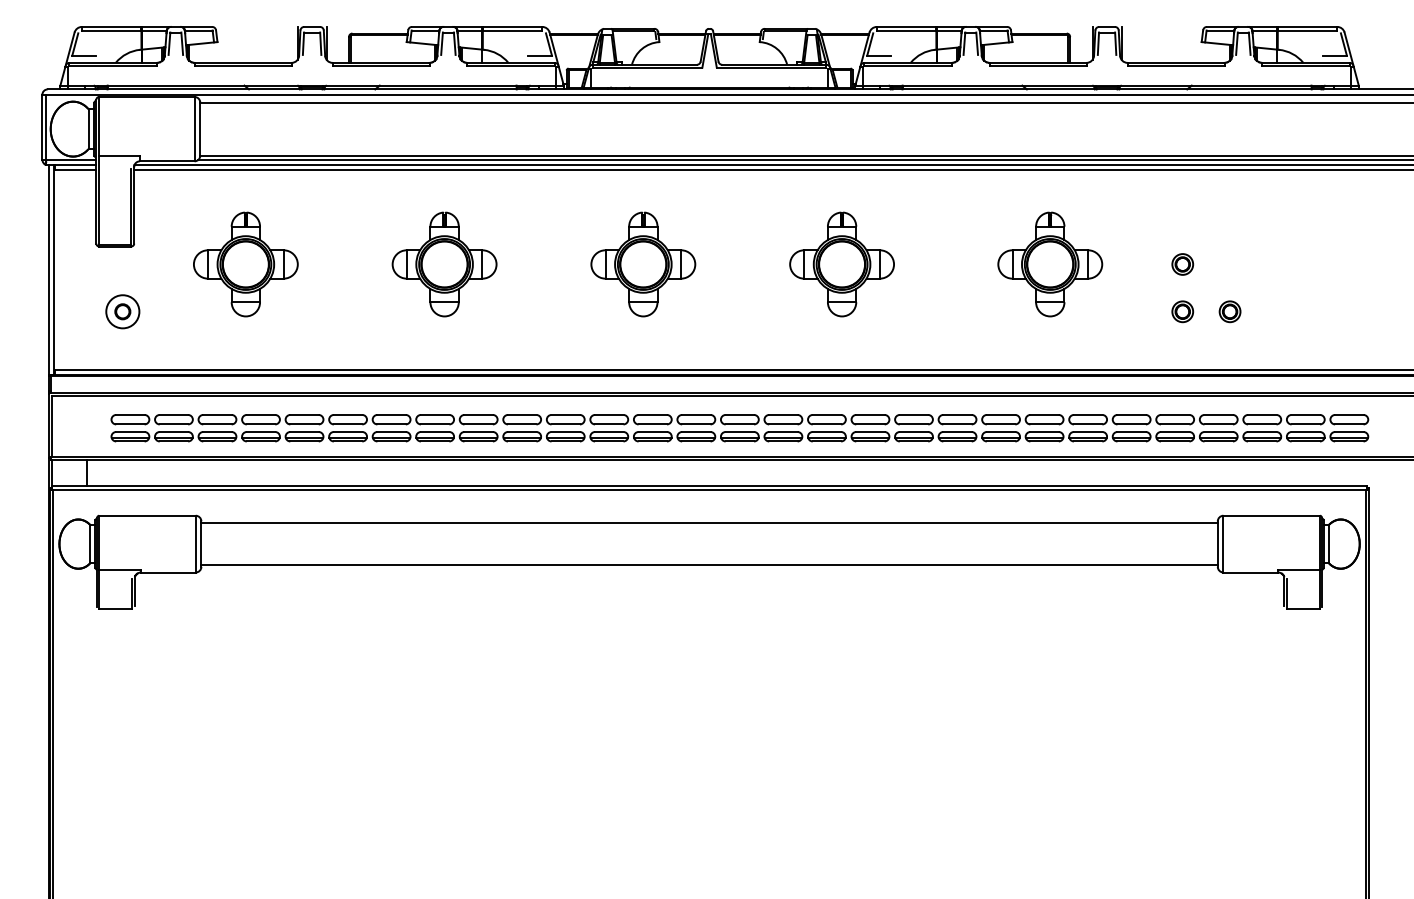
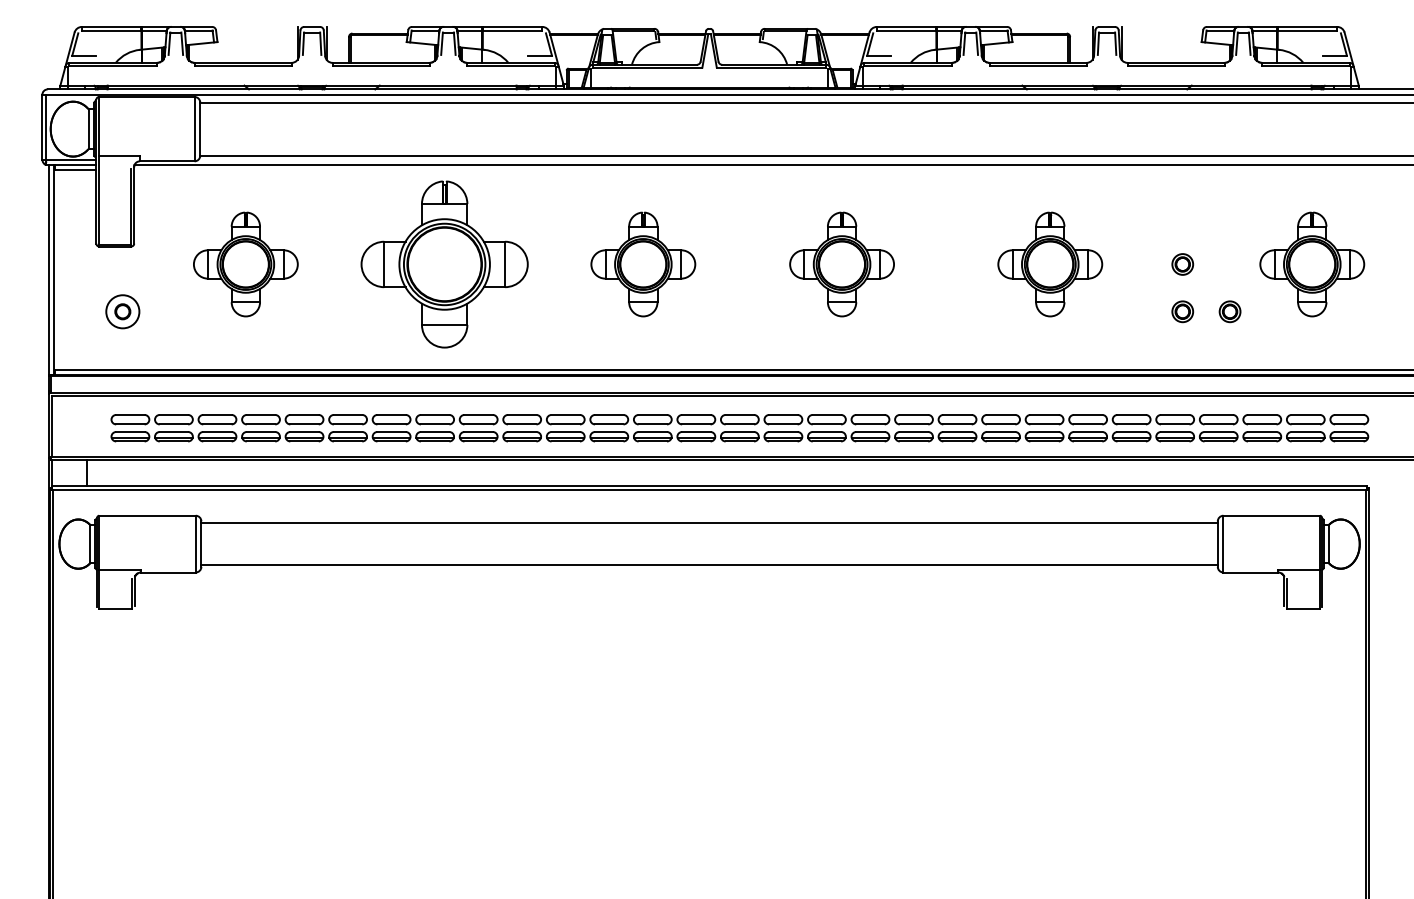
line at (804, 159): present -> none
line at (772, 170): present -> none
part at (444, 264) size: 107x107 px -> 169x169 px
part at (1312, 264): none -> present
